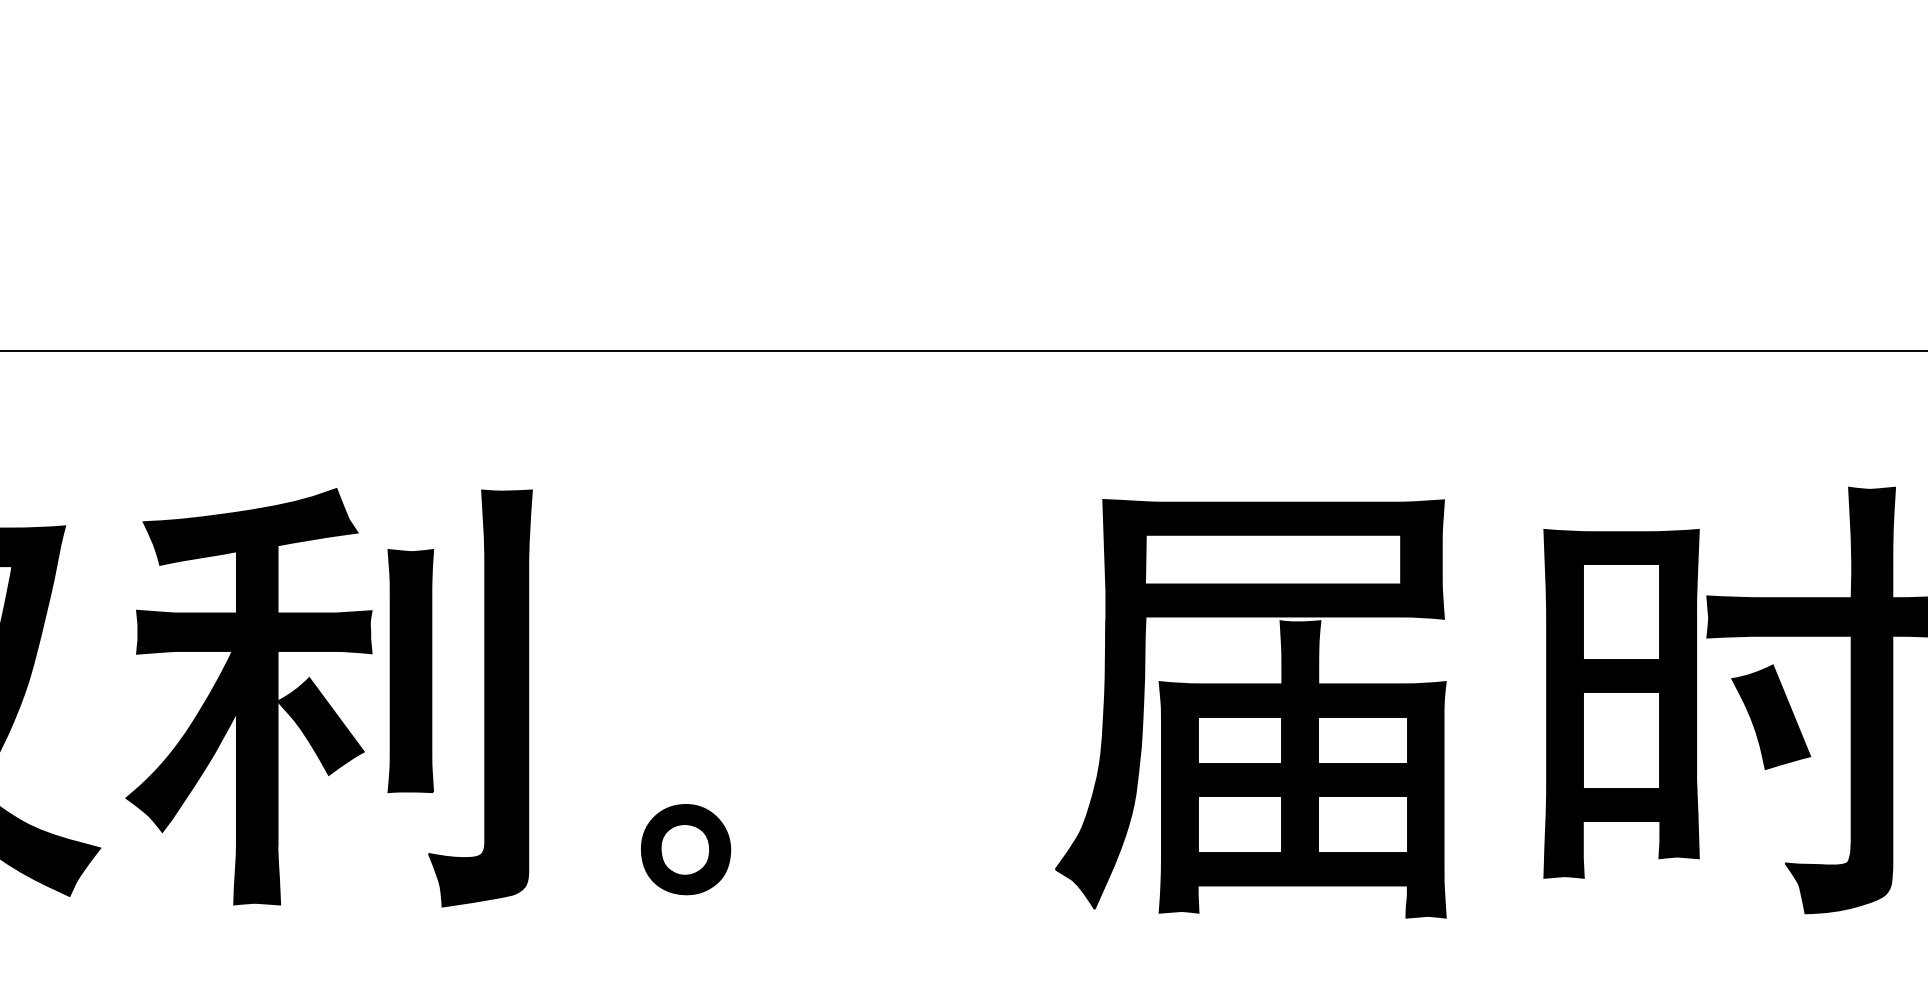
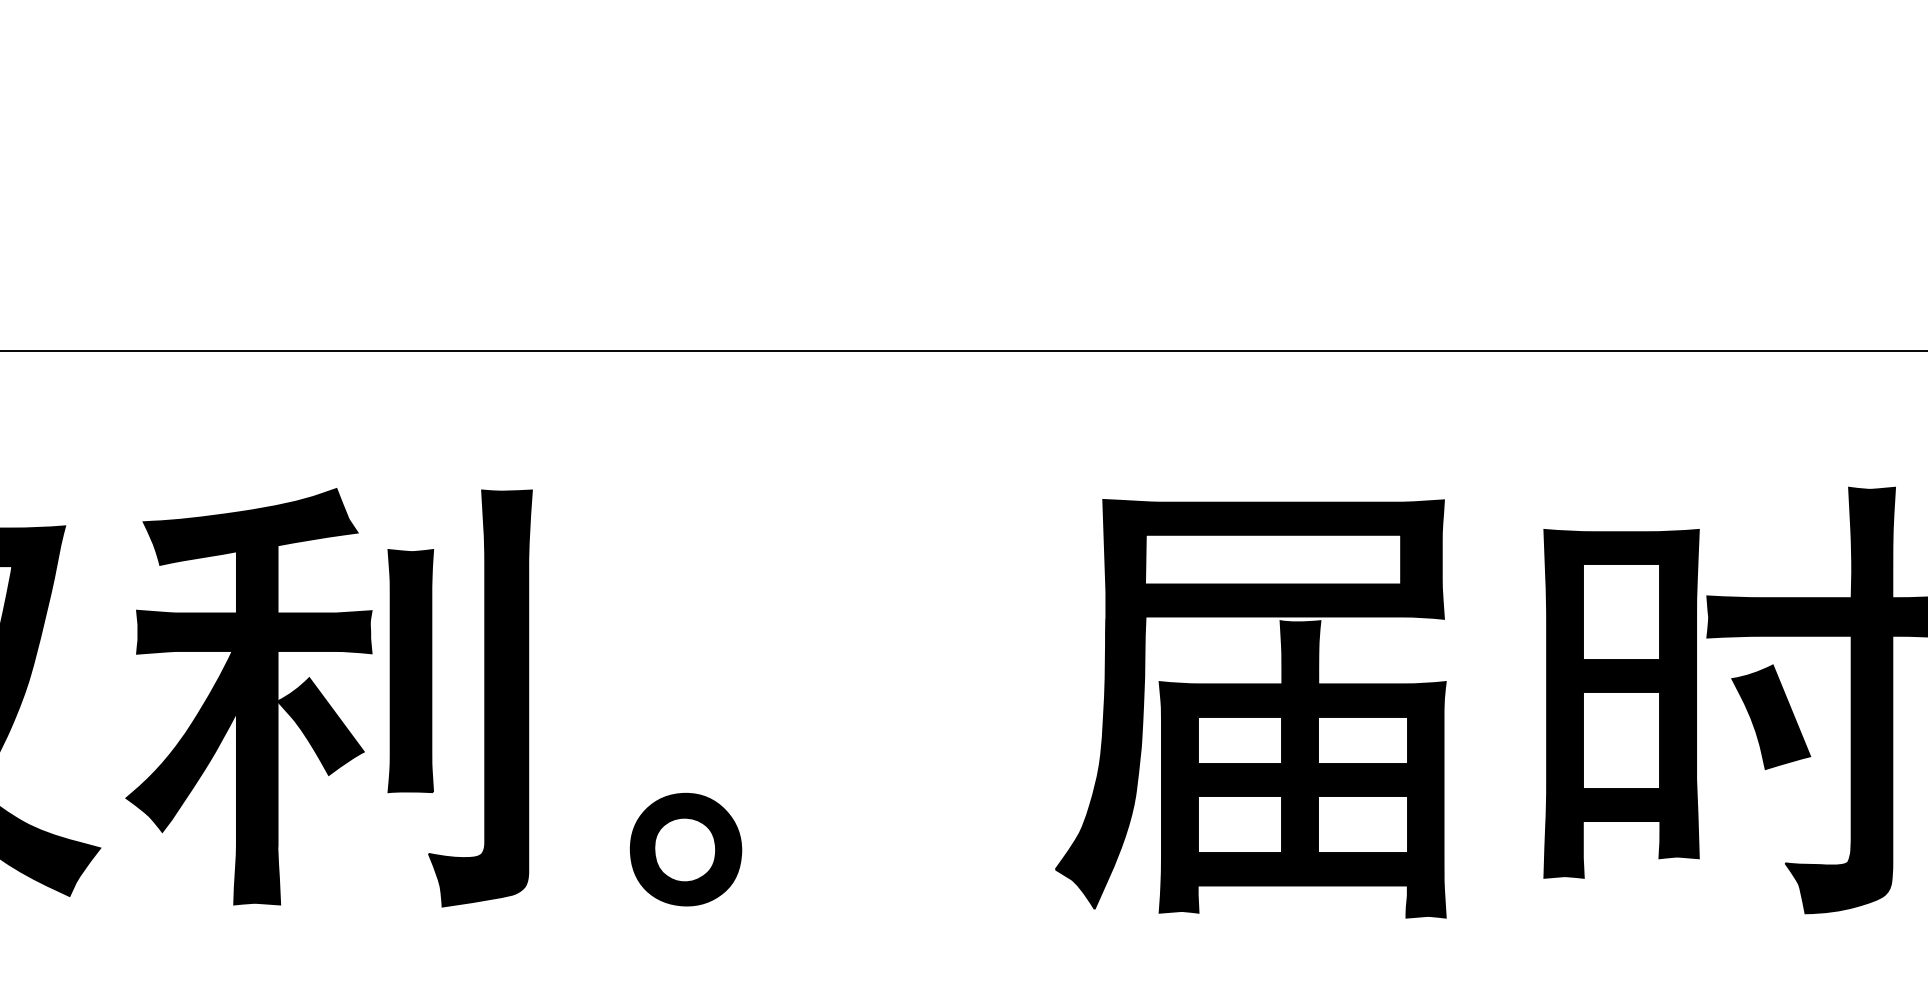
part at (686, 849) size: 91x92 px -> 114x115 px
